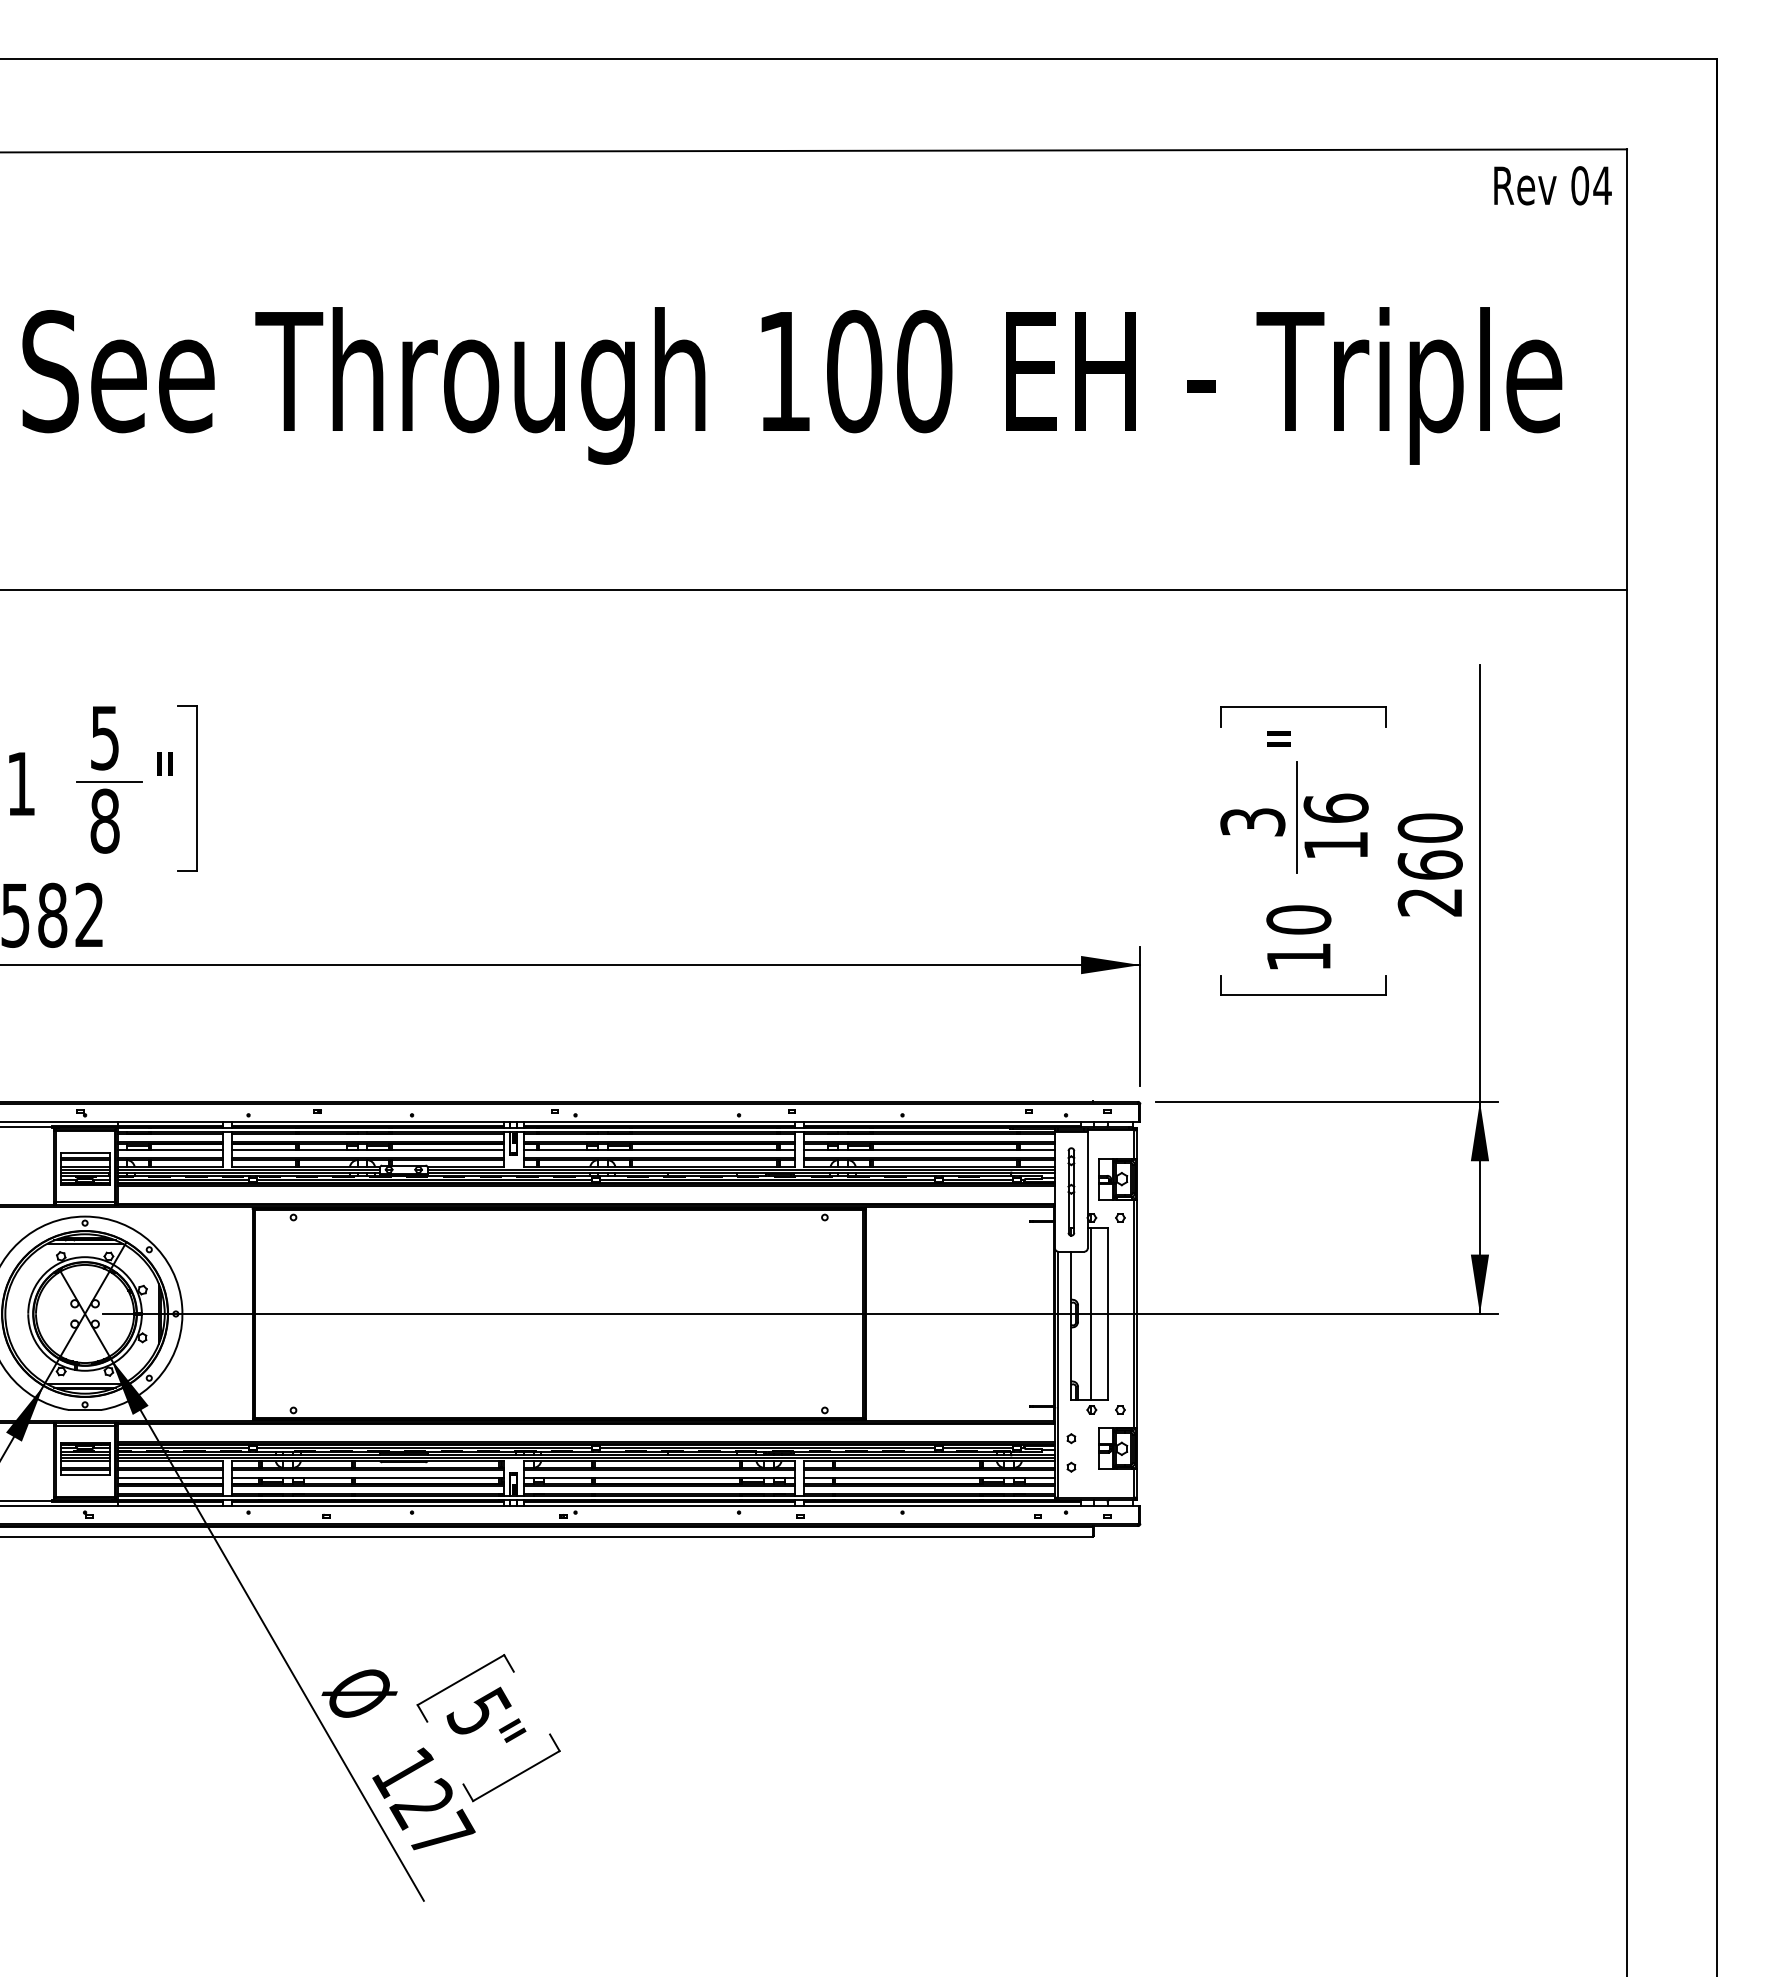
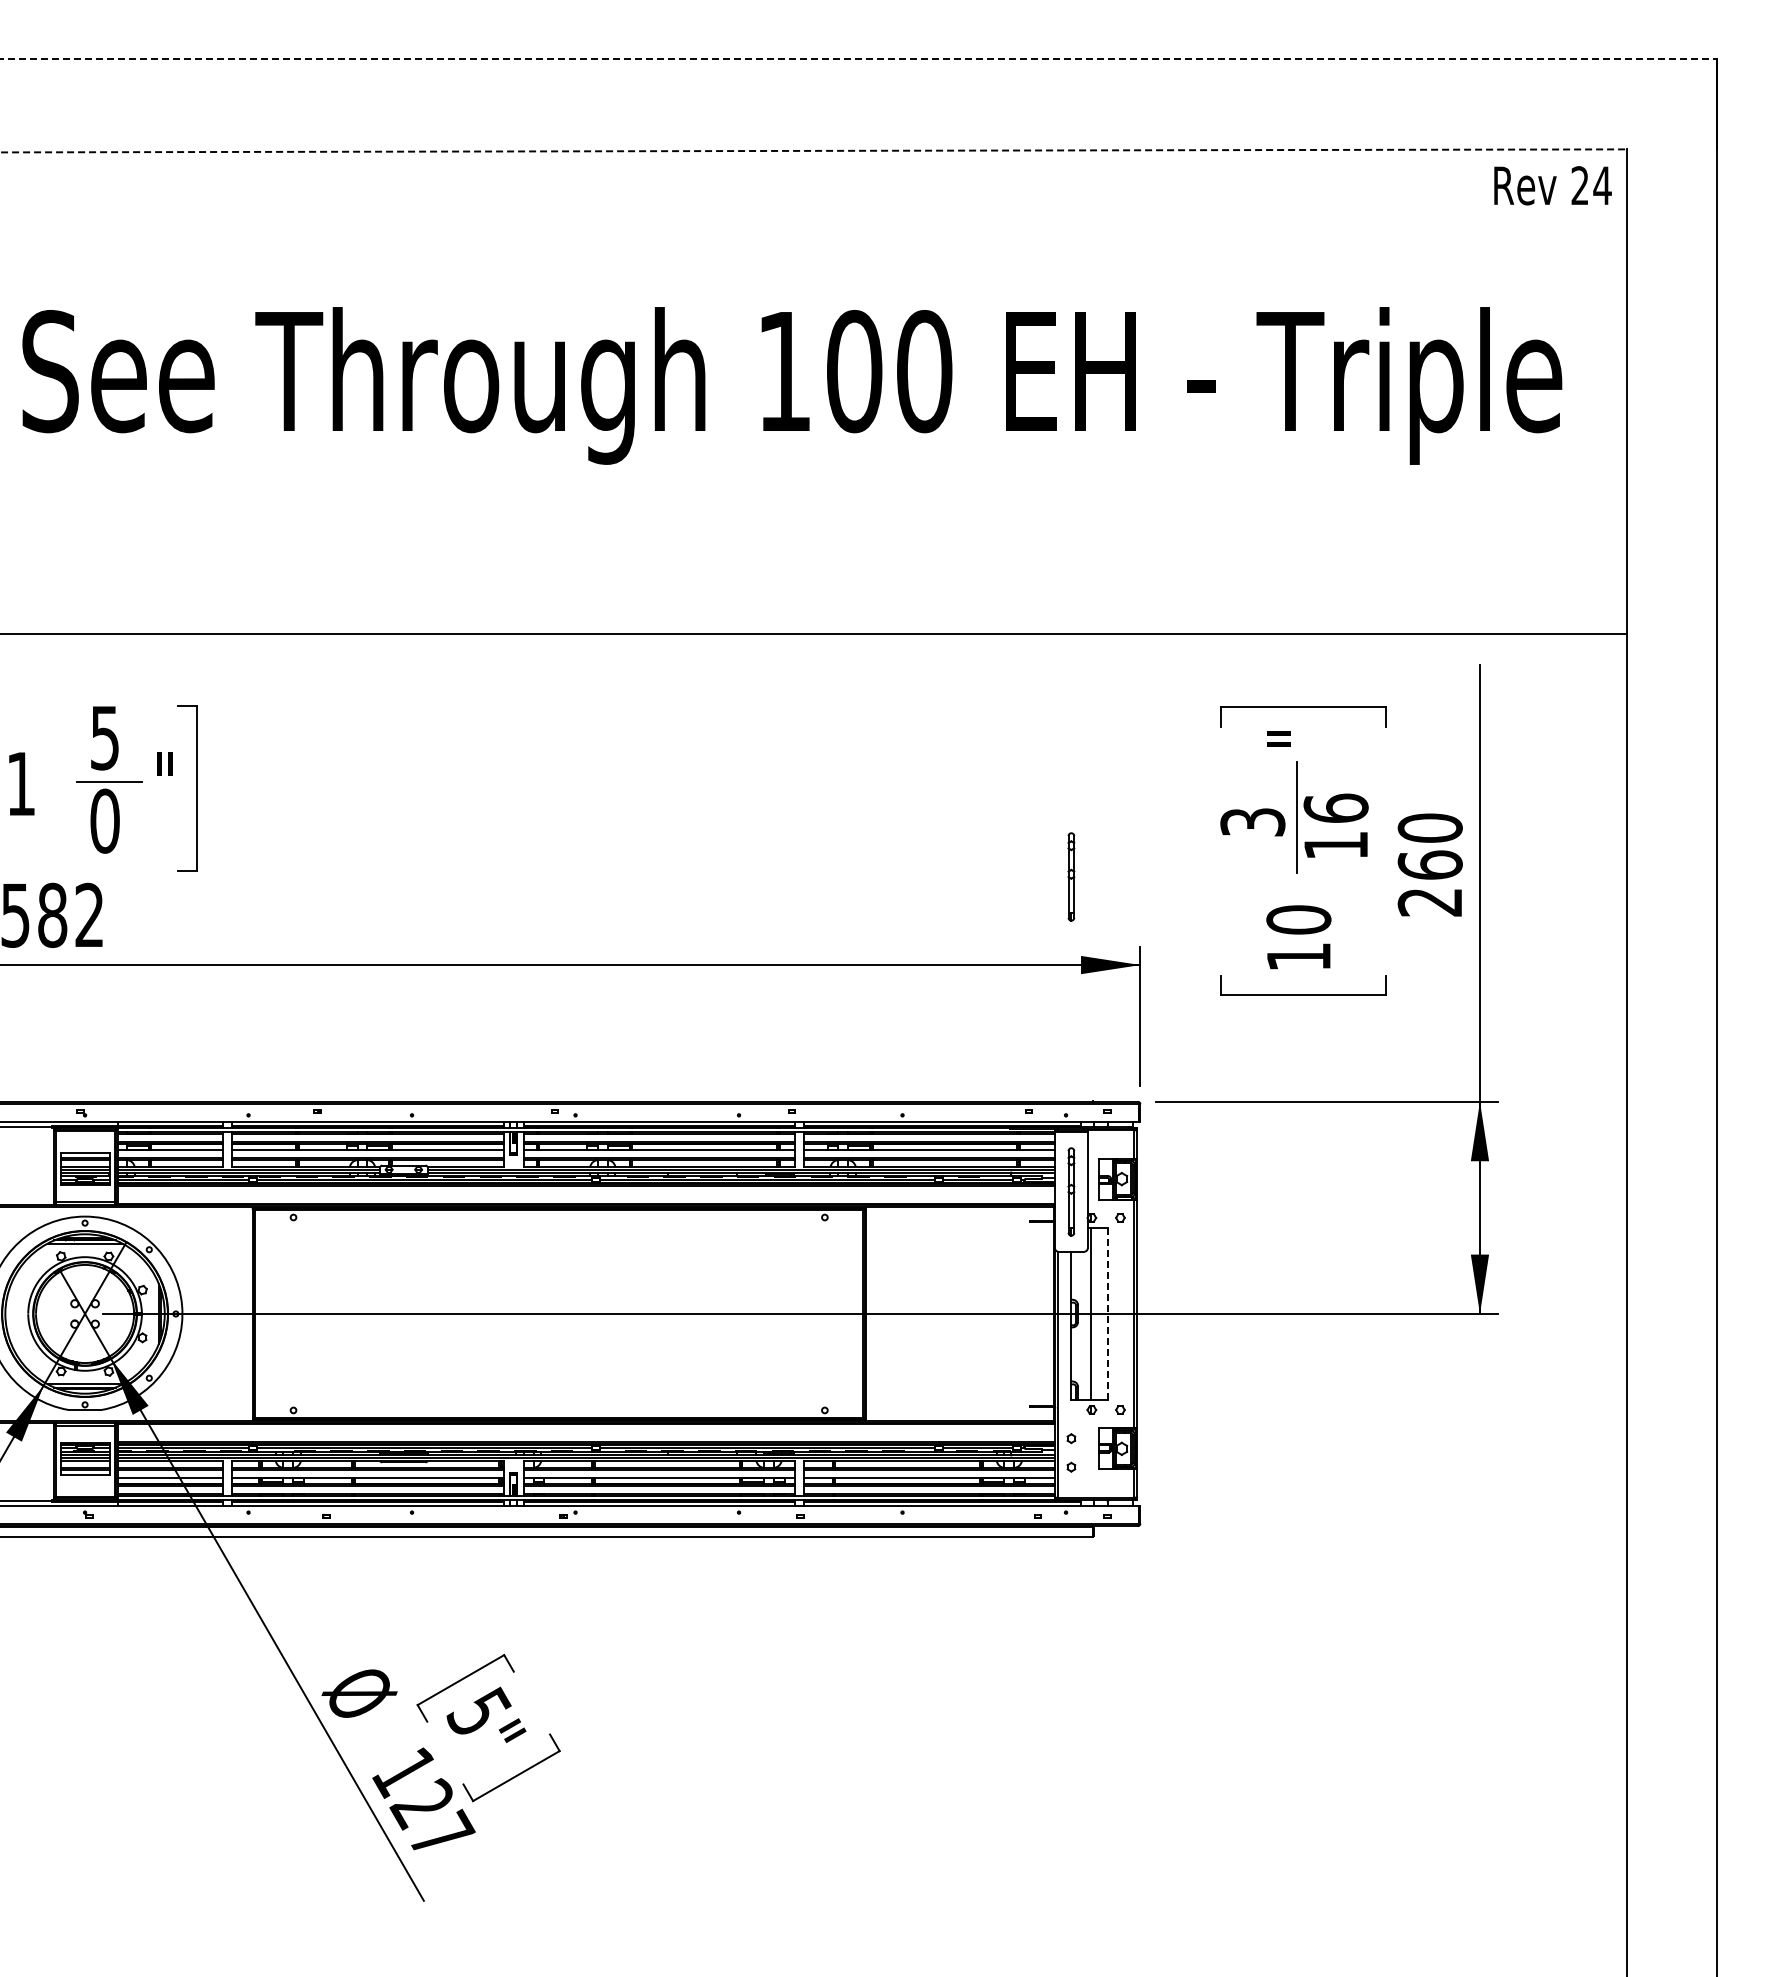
line at (859, 59): solid -> dashed
line at (814, 150): solid -> dashed
text at (1580, 185): 04 -> 24
line at (814, 590) position: (814, 590) -> (814, 634)
text at (104, 821): 8 -> 0
part at (1071, 876): none -> present
line at (1107, 1313): solid -> dashed
